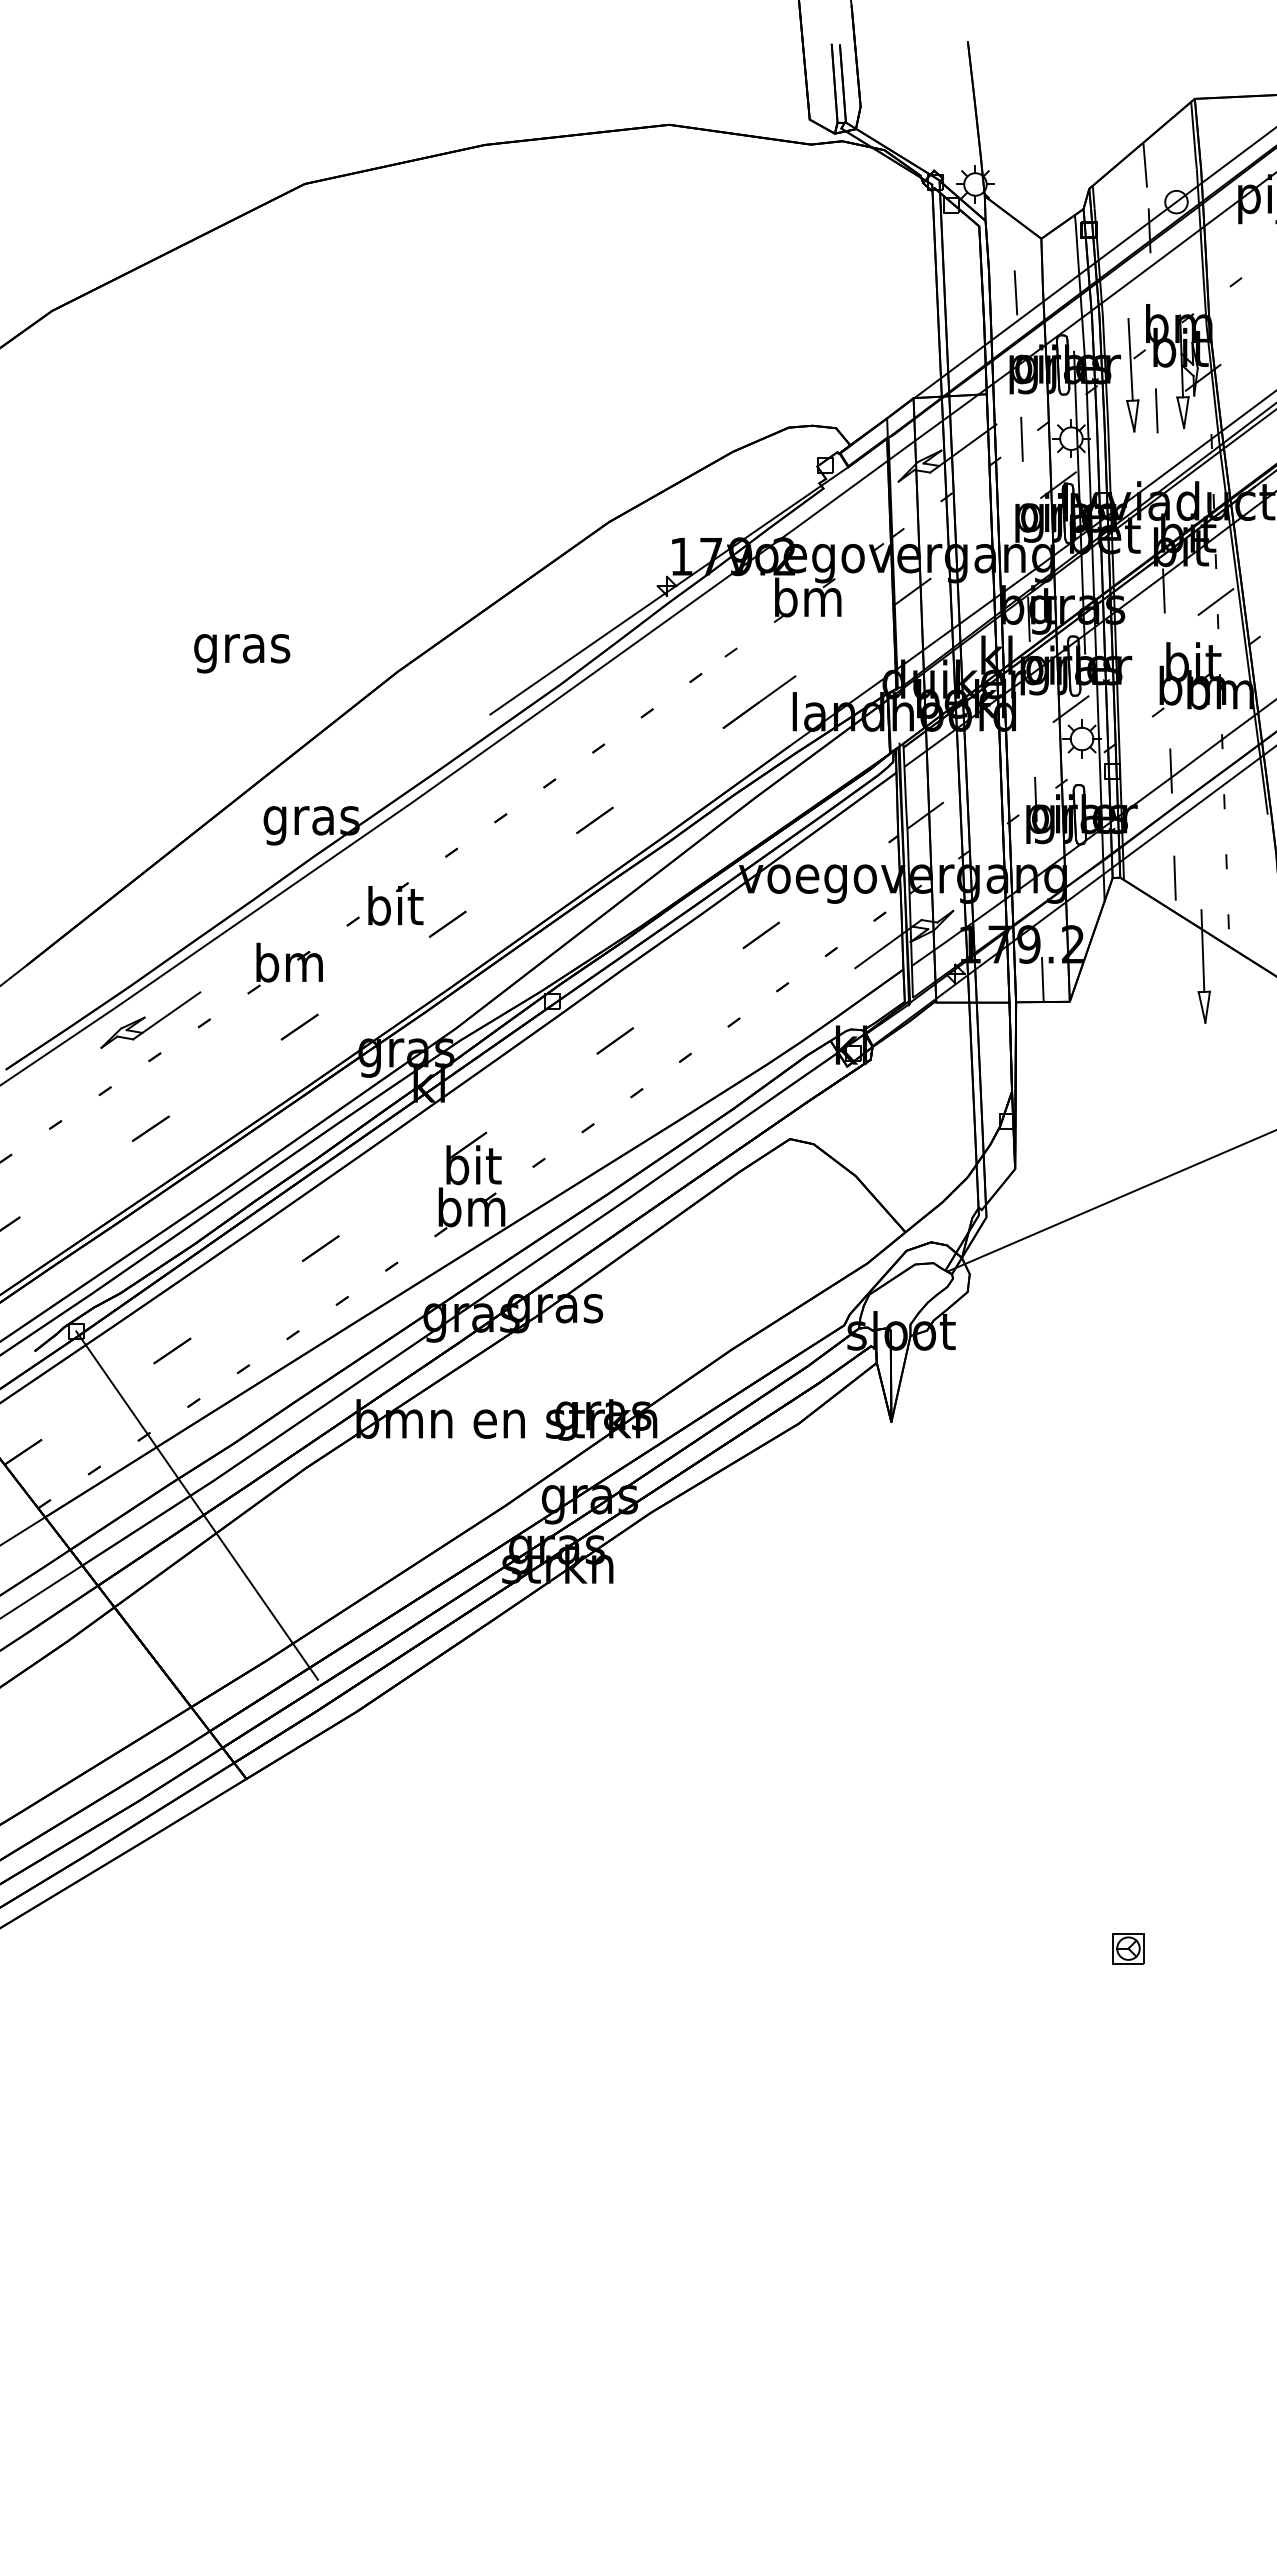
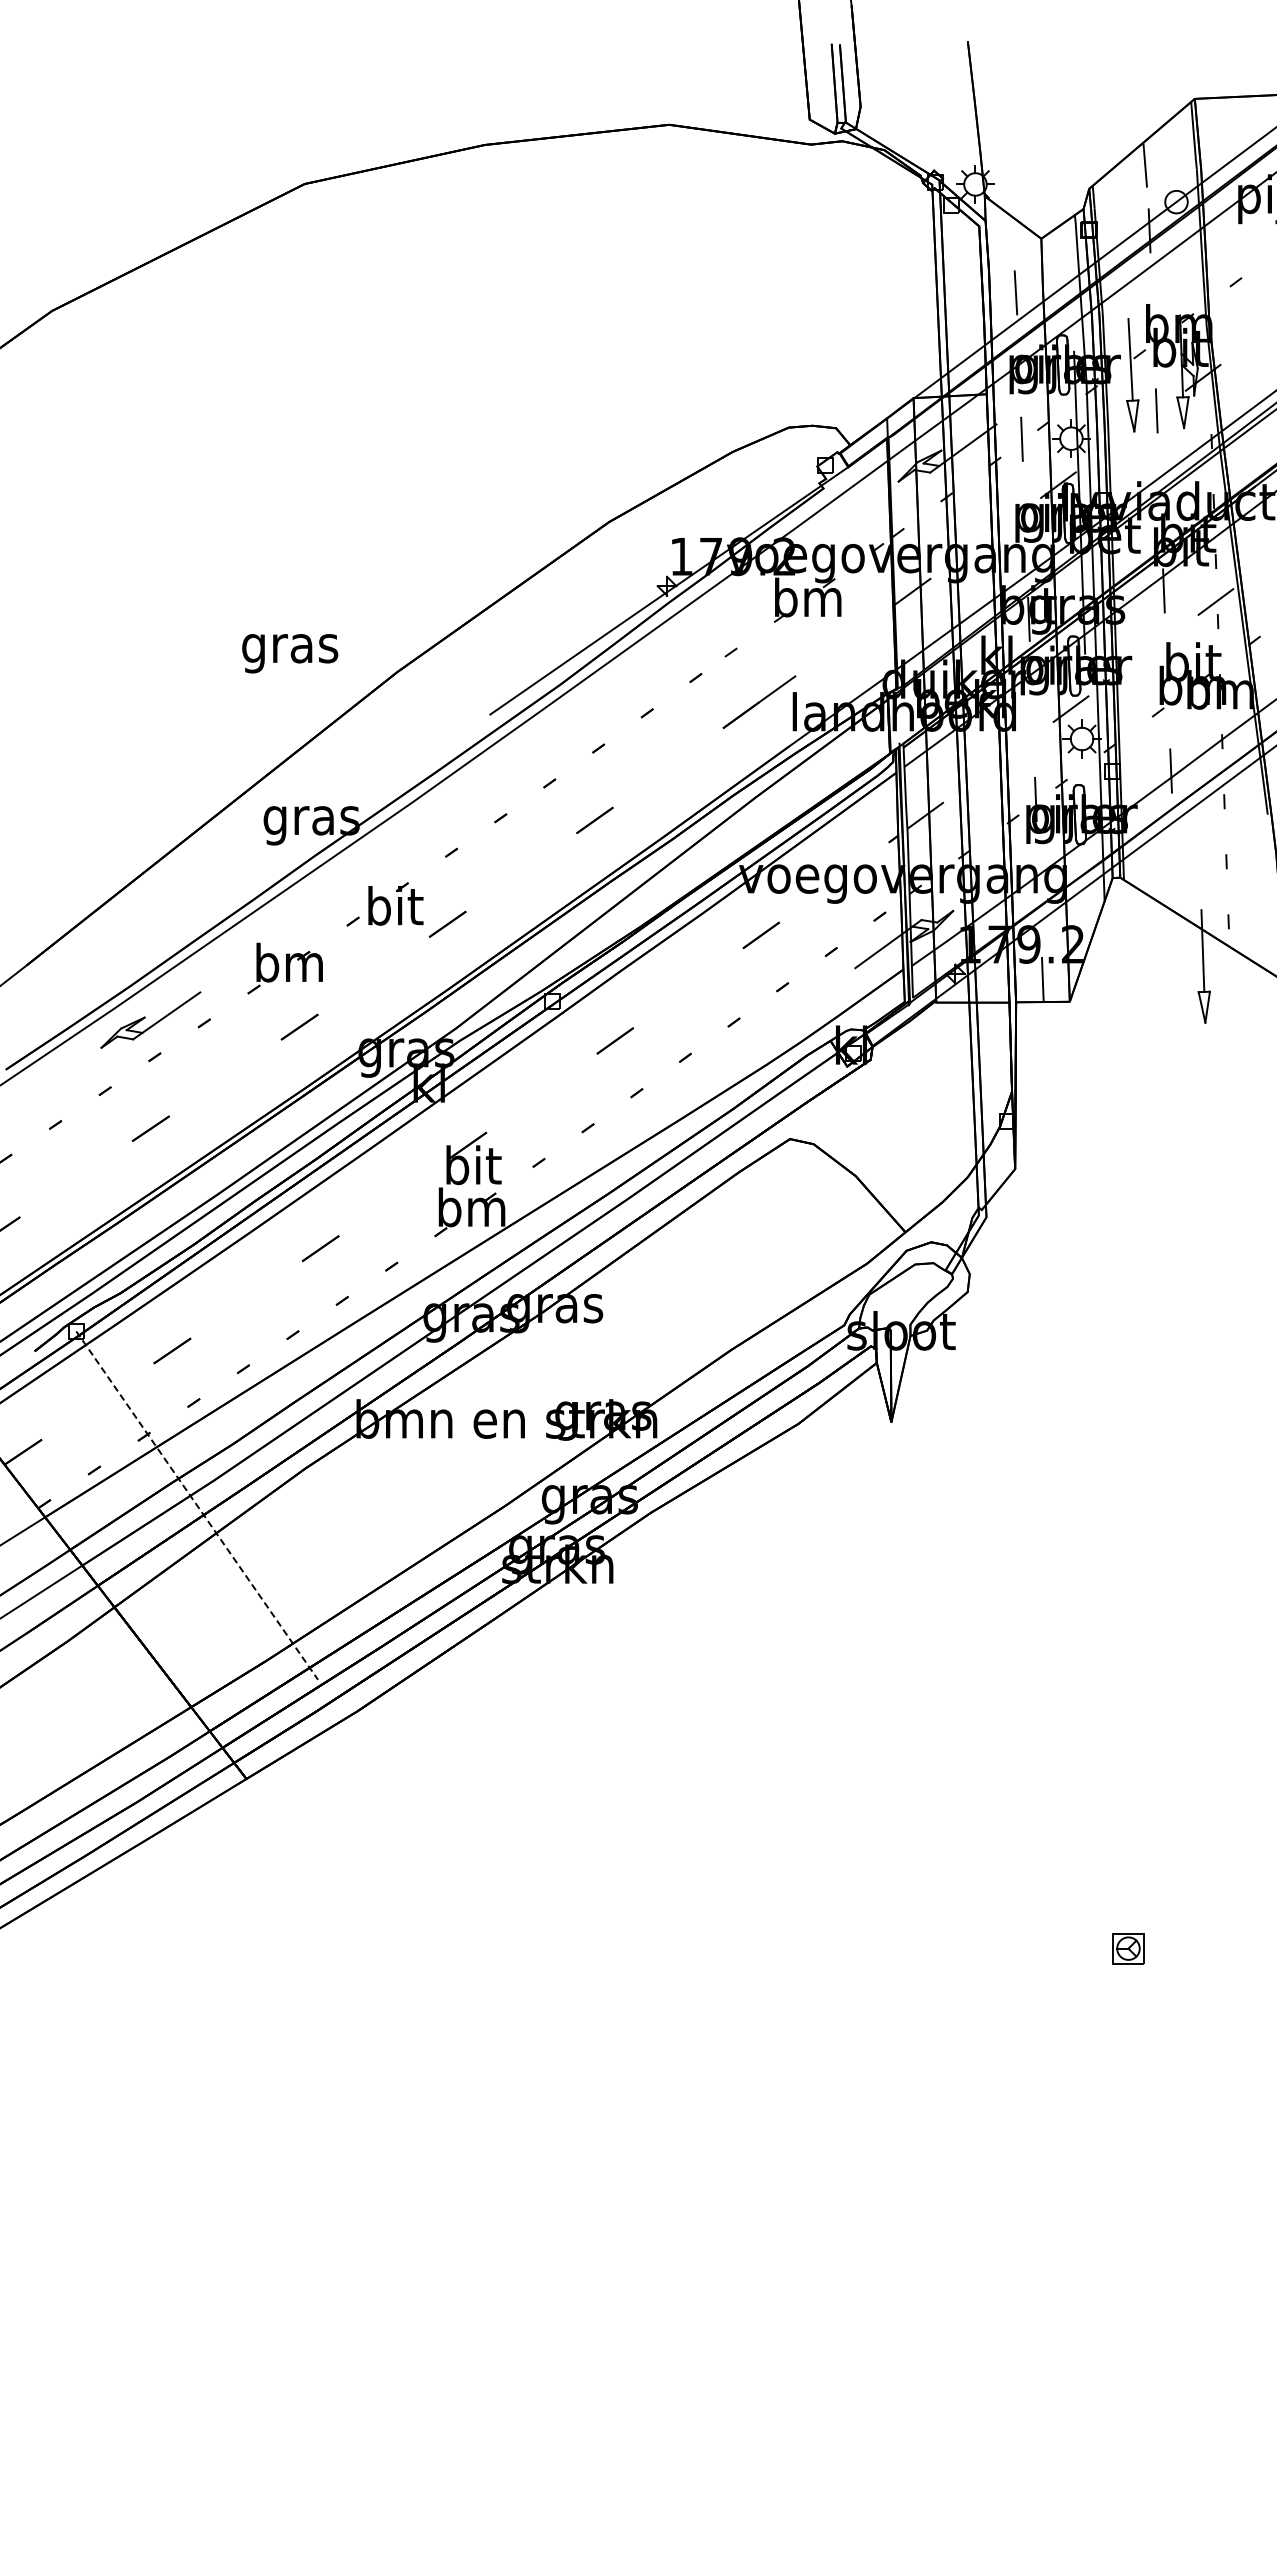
text at (242, 653) position: (242, 653) -> (290, 653)
line at (1174, 877): present -> none
line at (1110, 1201): present -> none
line at (197, 1505): solid -> dashed
